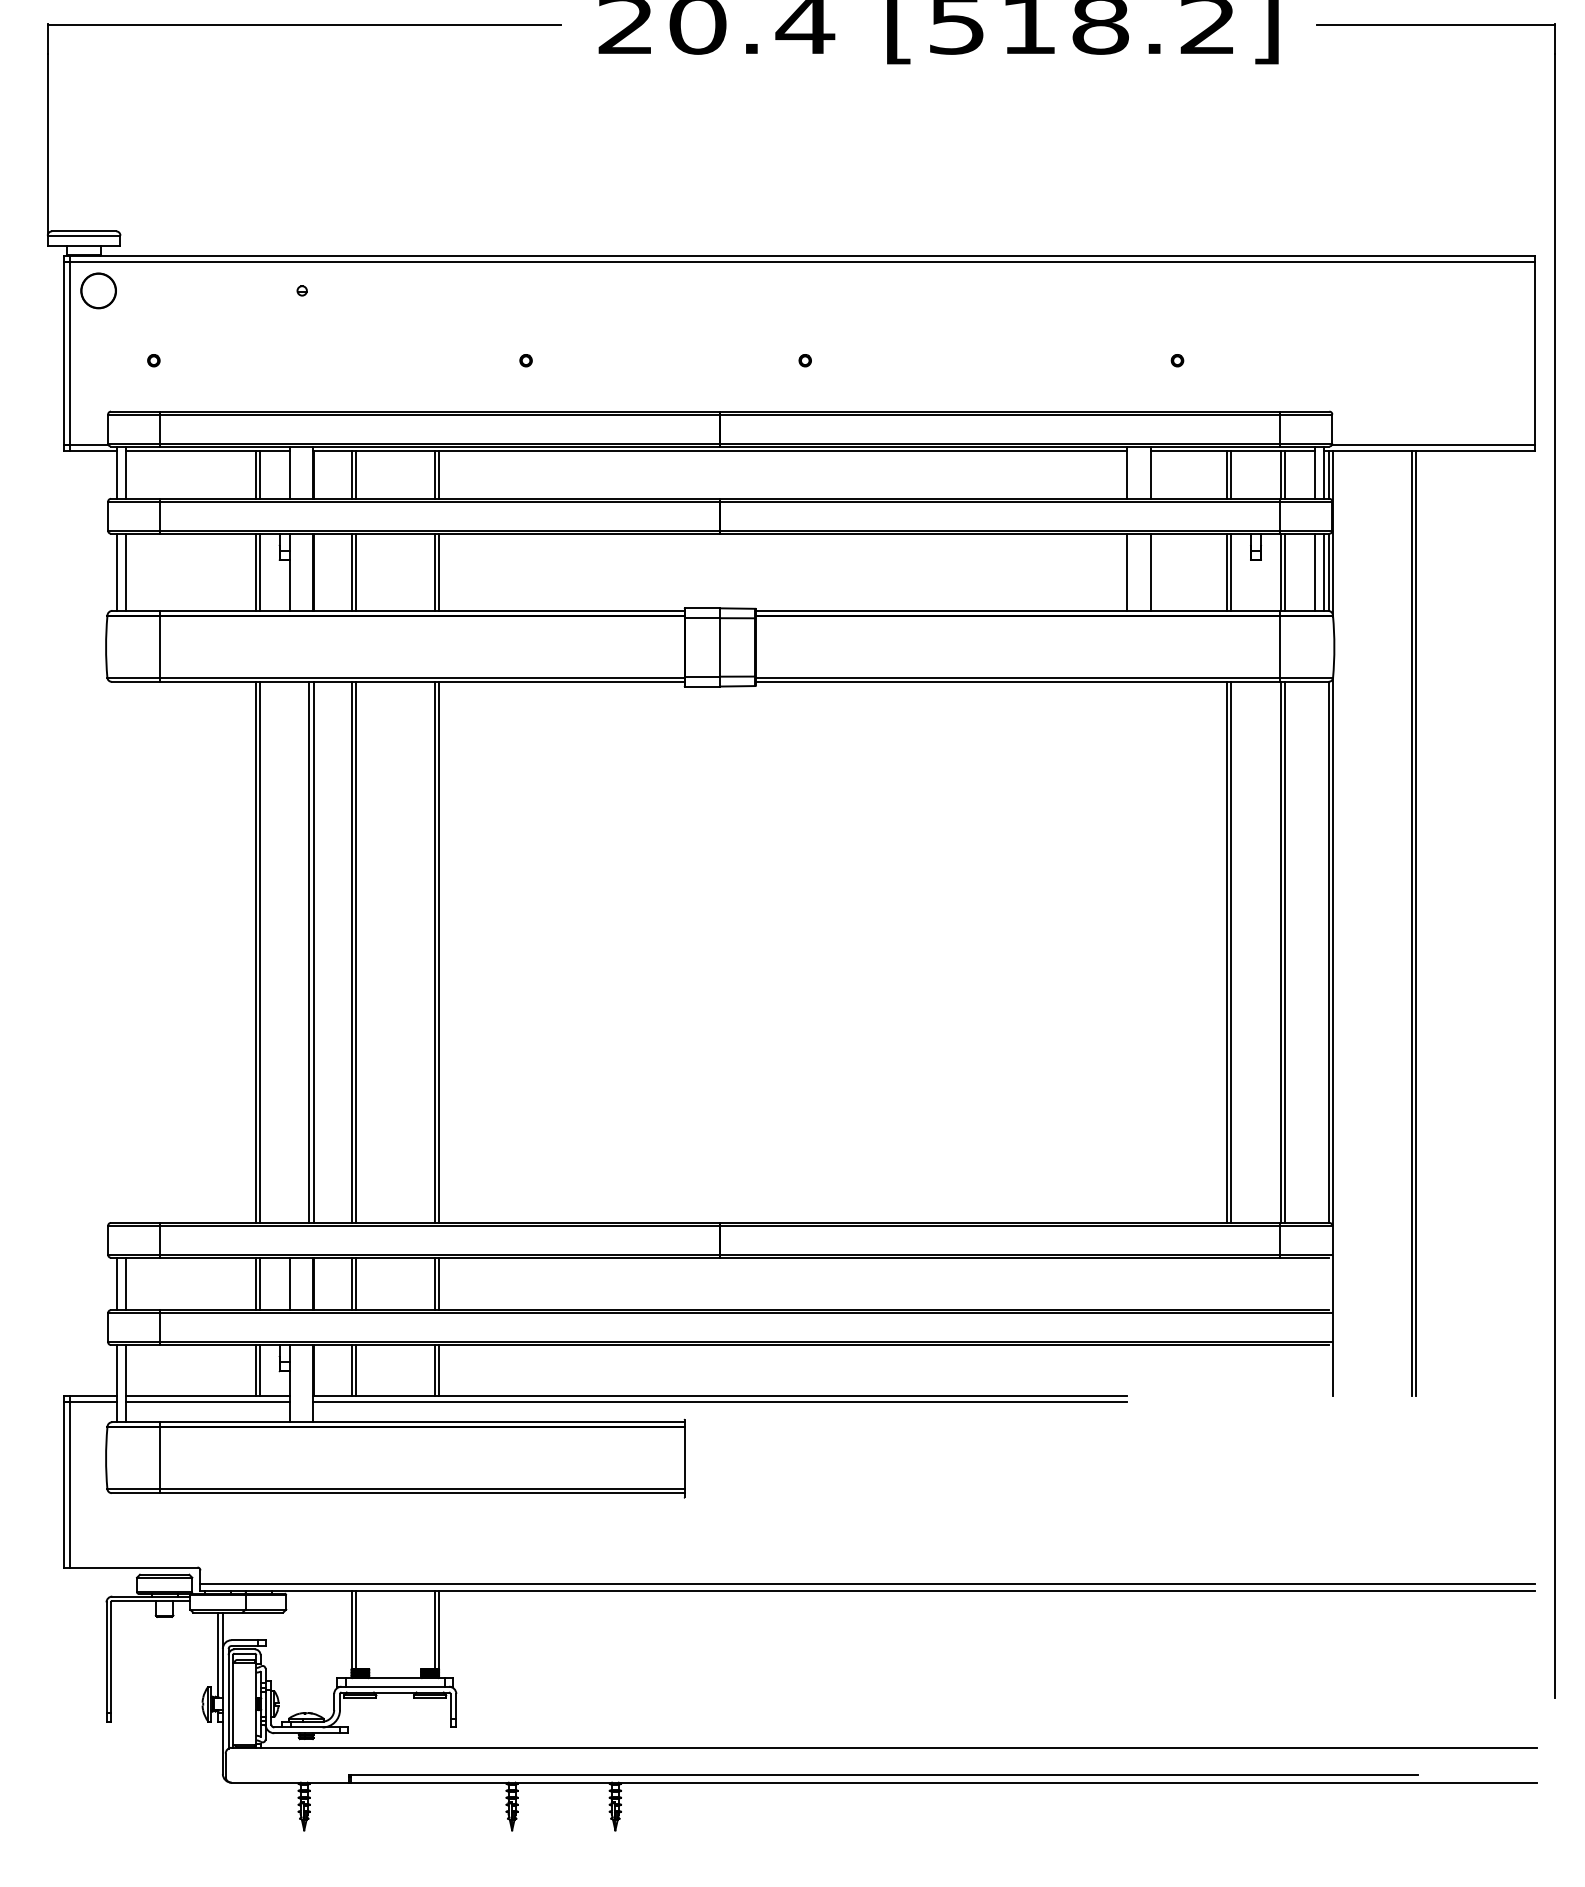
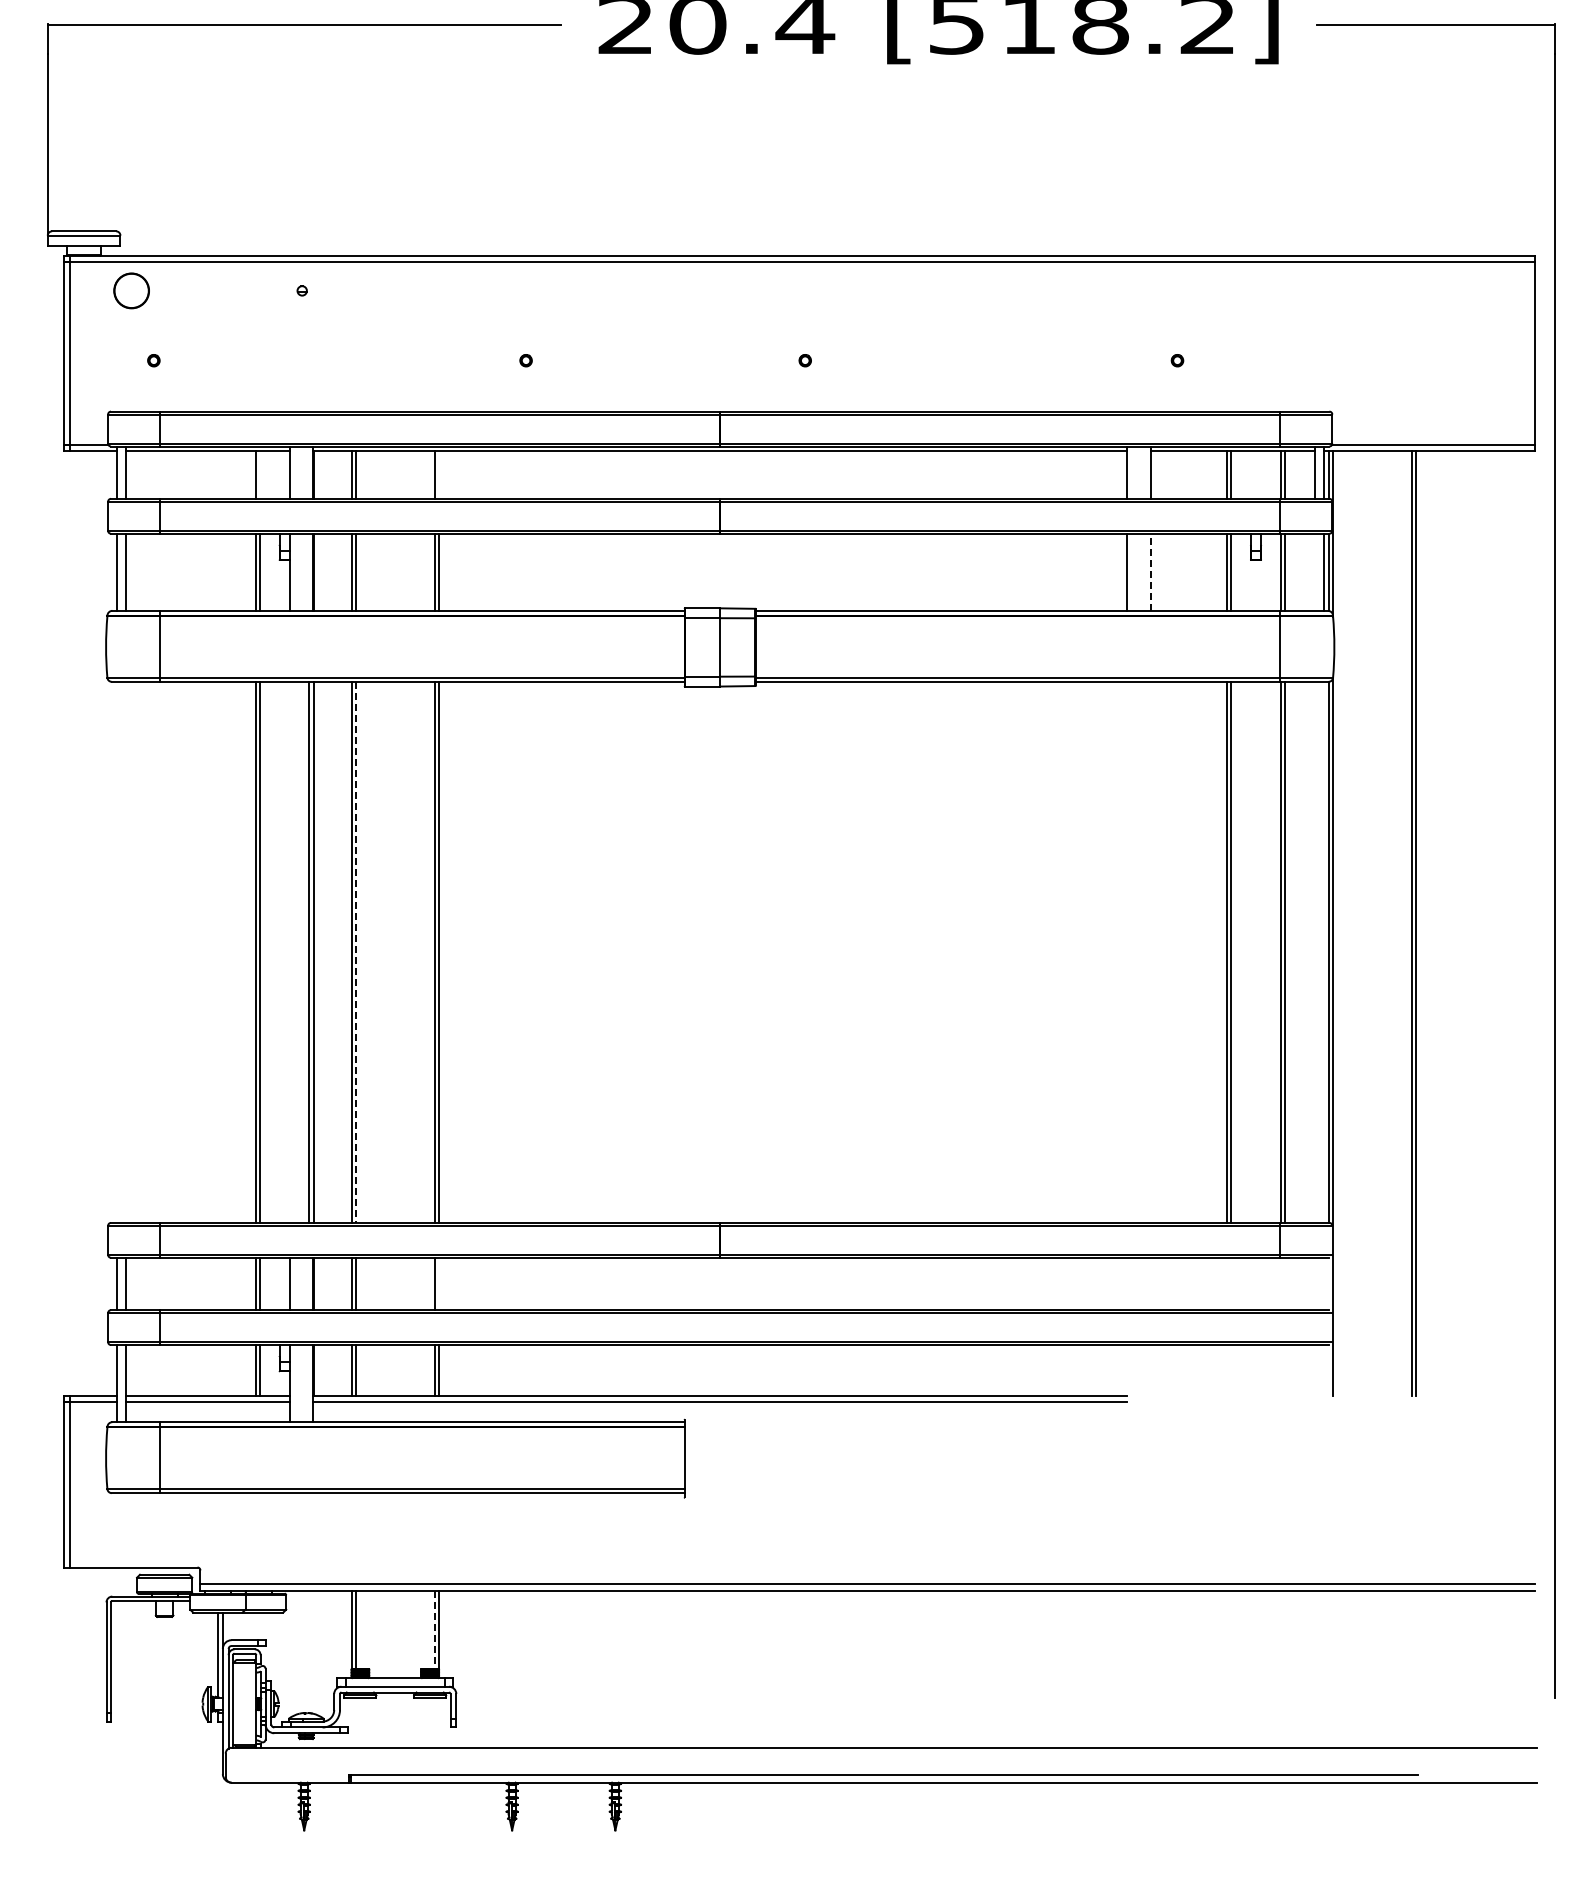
part at (98, 290) position: (98, 290) -> (131, 290)
line at (260, 474): present -> none
line at (438, 474): present -> none
line at (1314, 571): present -> none
line at (1150, 572): solid -> dashed
line at (356, 952): solid -> dashed
line at (438, 1283): present -> none
line at (434, 1630): solid -> dashed
